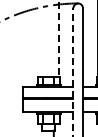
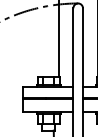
line at (58, 38): dashed -> solid
line at (73, 72): dashed -> solid
